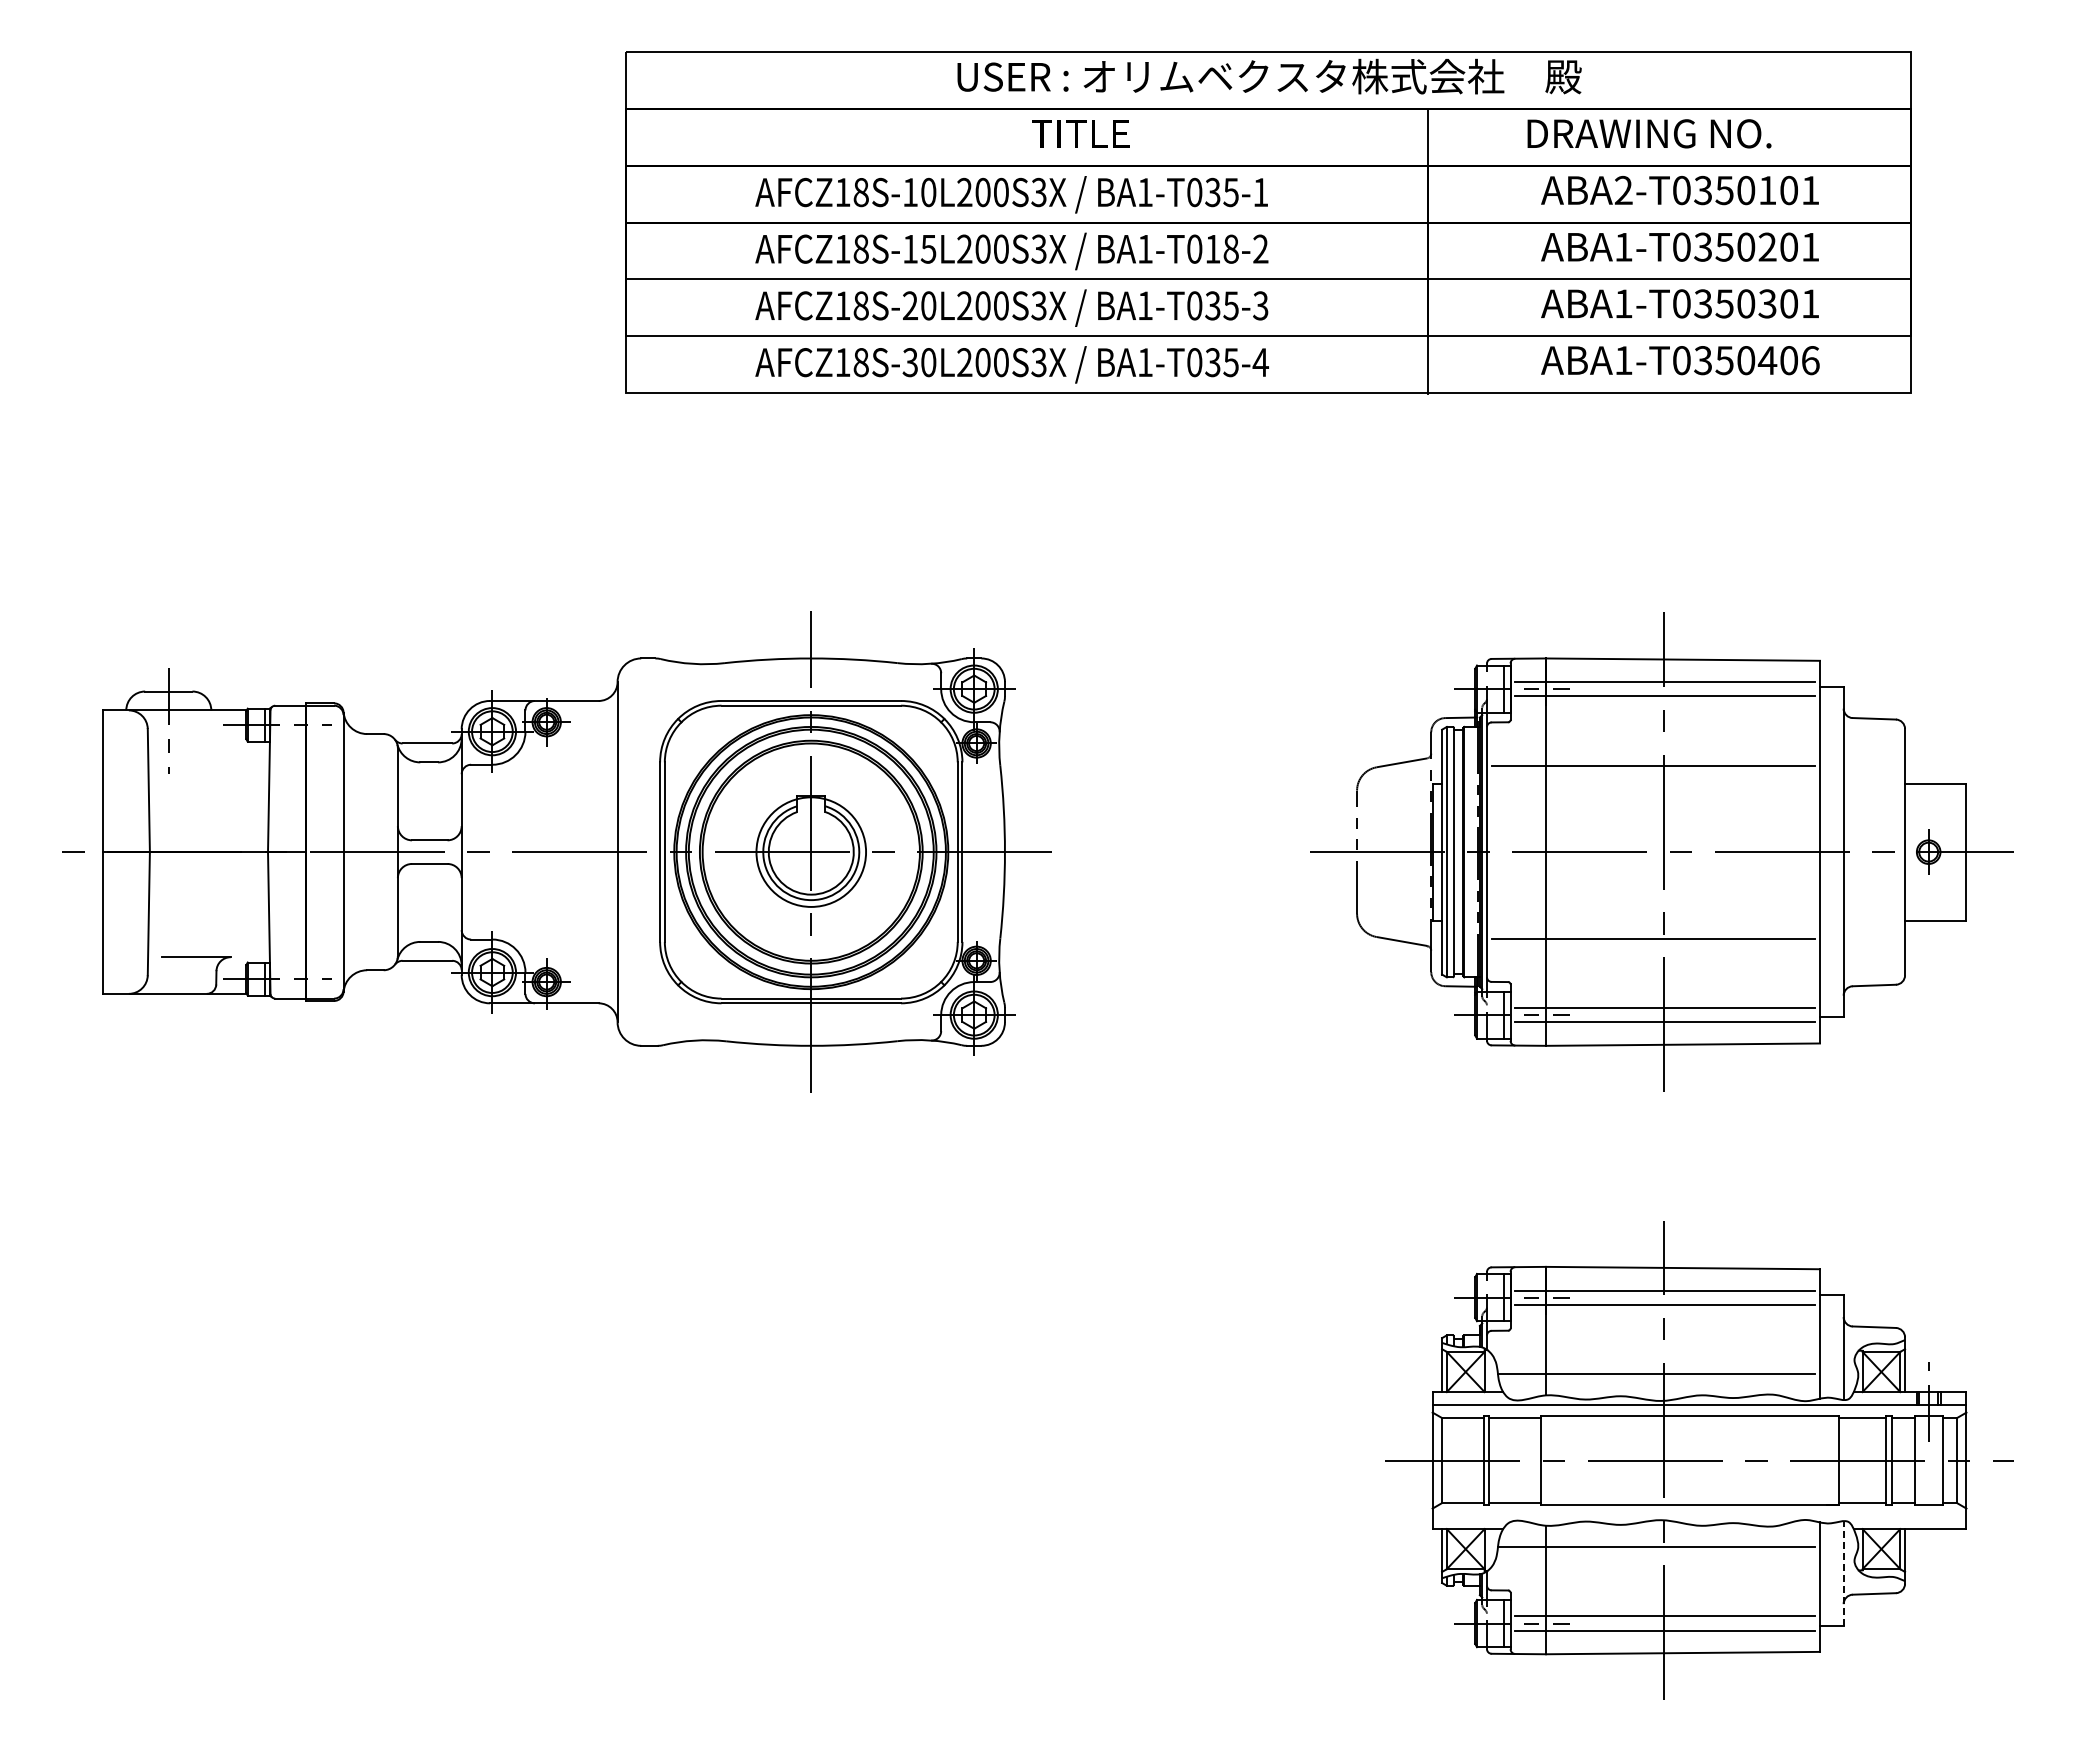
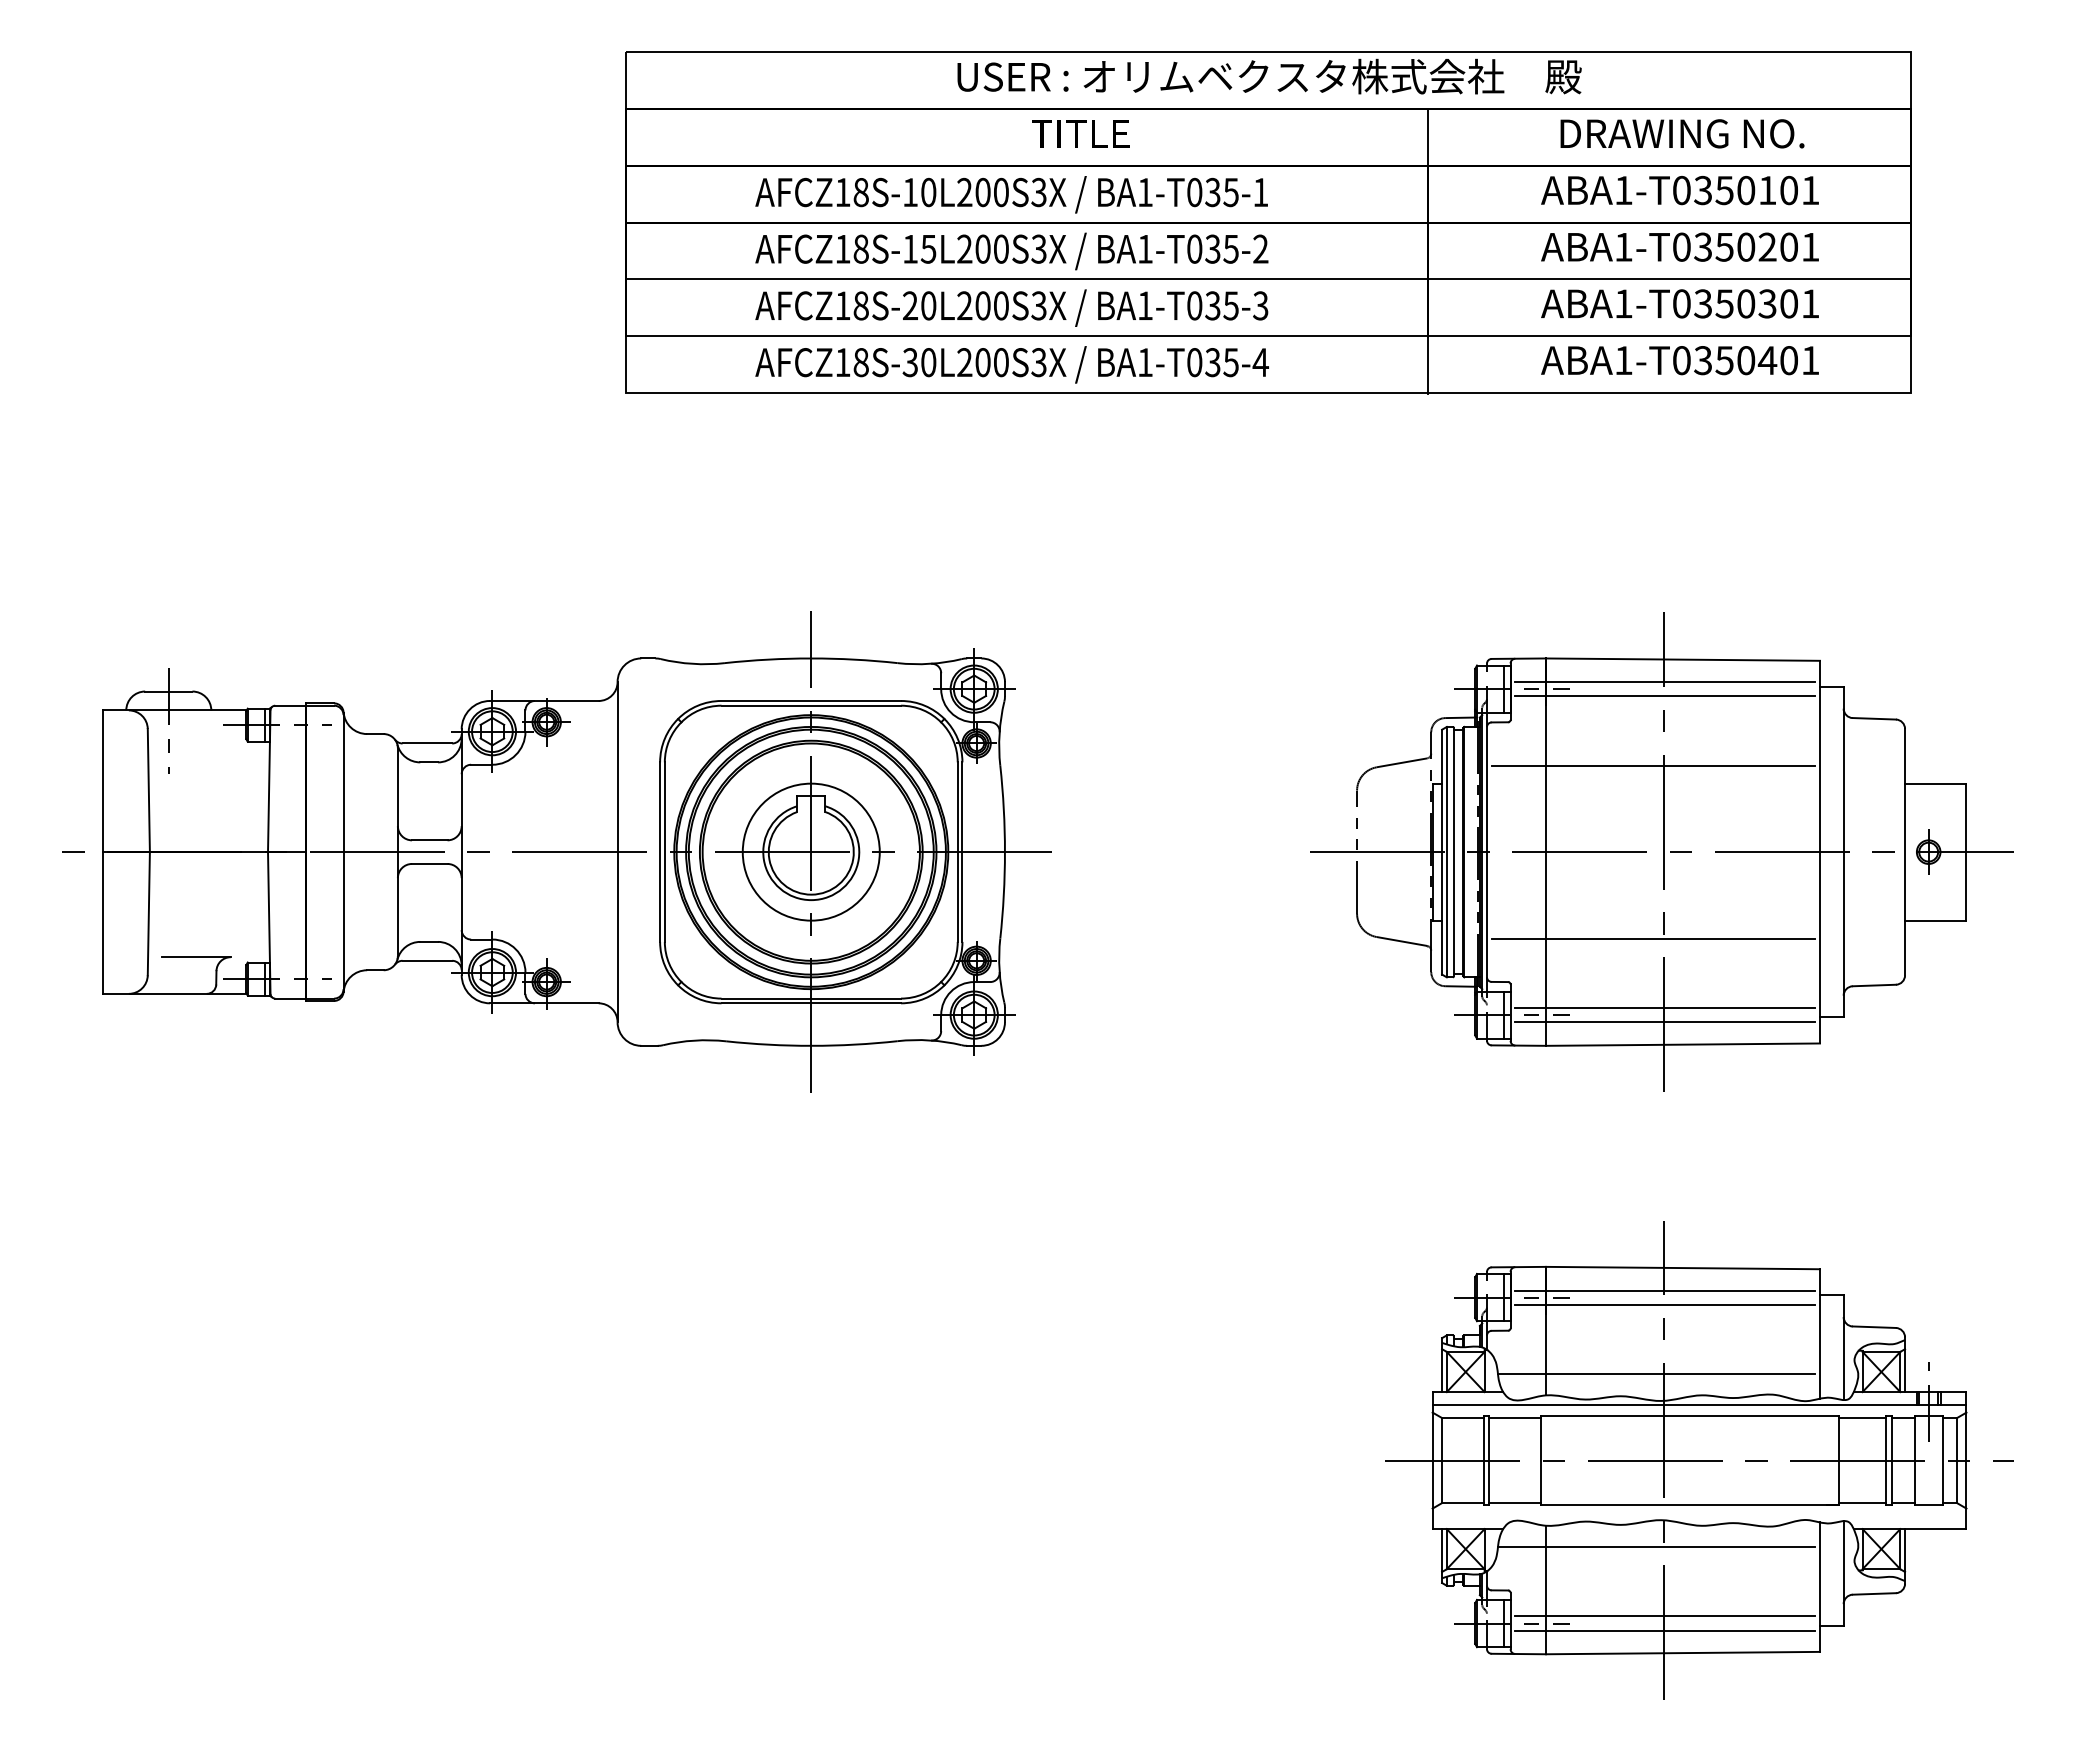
text at (1649, 133) position: (1649, 133) -> (1682, 133)
text at (1623, 189): ABA2-T0350101 -> ABA1-T0350101
text at (1221, 248): BA1-T018-2 -> BA1-T035-2
text at (1810, 360): ABA1-T0350406 -> ABA1-T0350401
circle at (811, 851) diameter: 110 px -> 137 px
line at (1843, 1573): dashed -> solid
